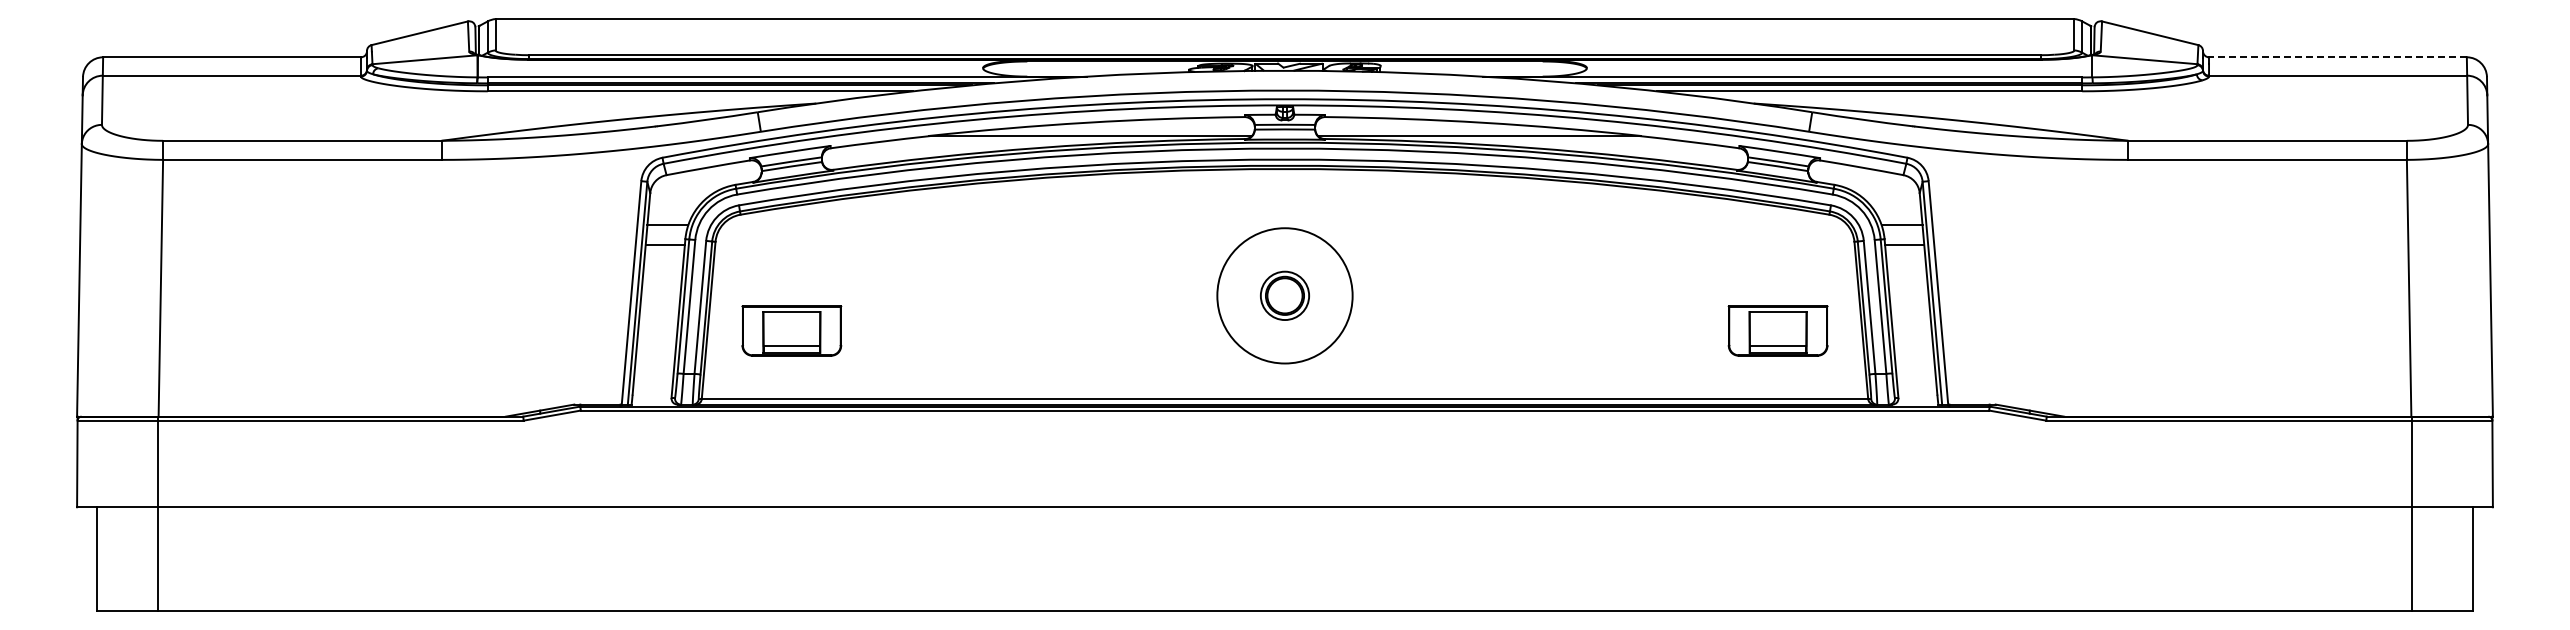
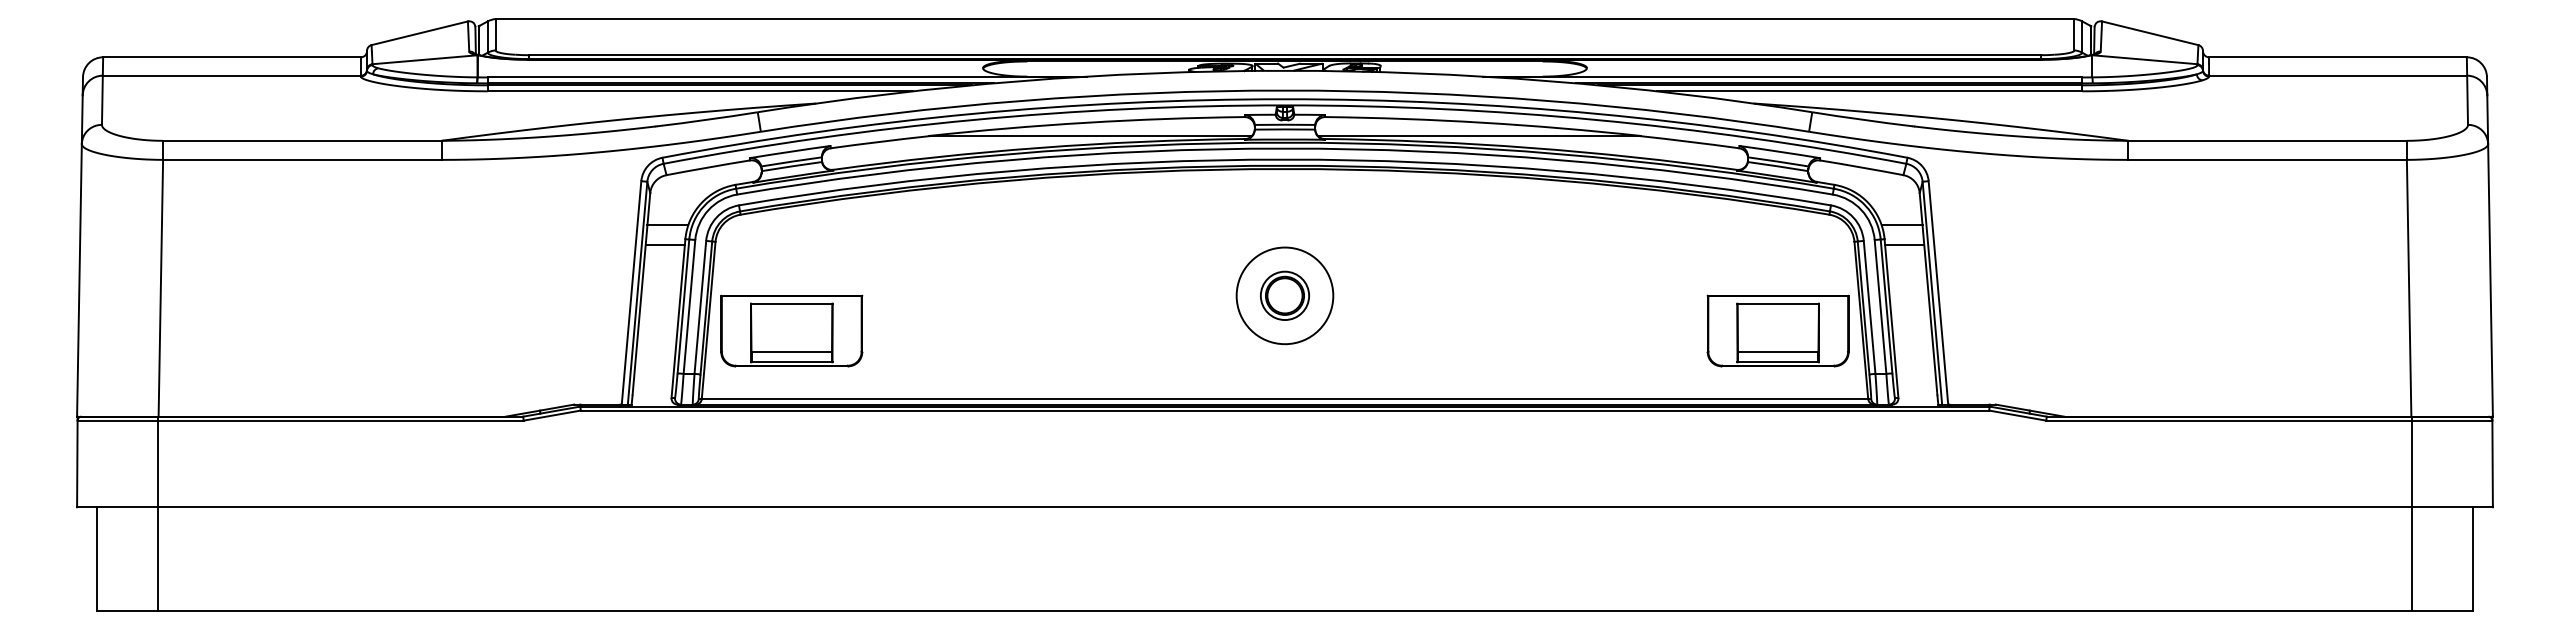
line at (2337, 57): dashed -> solid
circle at (1284, 295) diameter: 135 px -> 97 px
part at (791, 330) size: 102x52 px -> 144x74 px
part at (1777, 330) size: 102x52 px -> 144x74 px
